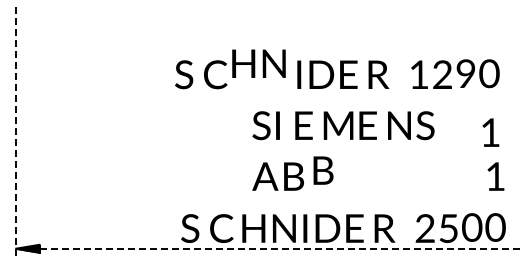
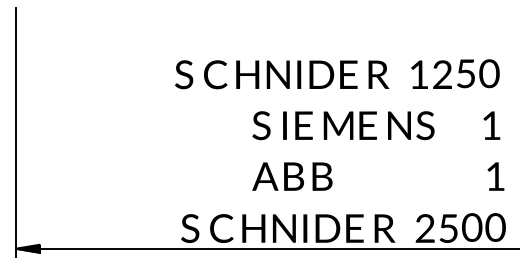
text at (258, 63) position: (258, 63) -> (262, 74)
text at (465, 73): 9 -> 5
text at (277, 125) position: (277, 125) -> (284, 125)
text at (490, 132) position: (490, 132) -> (491, 125)
line at (15, 133): dashed -> solid
text at (323, 170) position: (323, 170) -> (322, 176)
line at (279, 248): dashed -> solid
